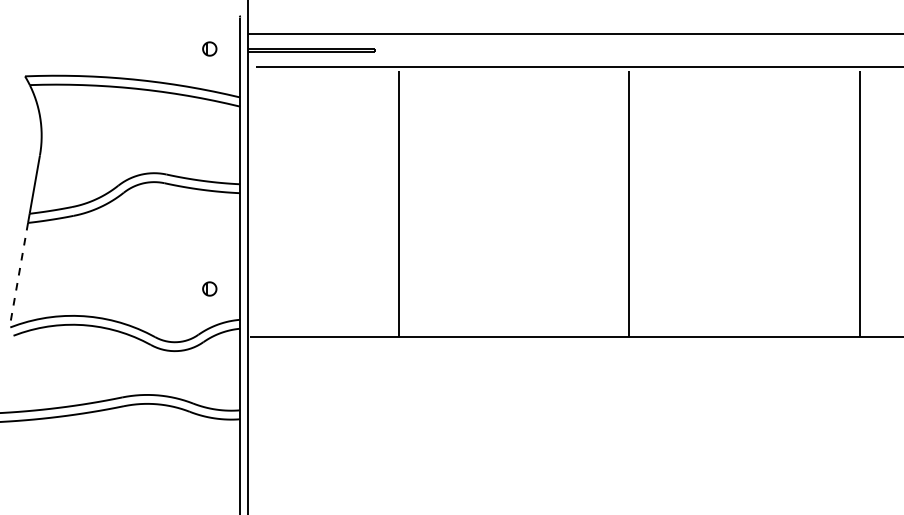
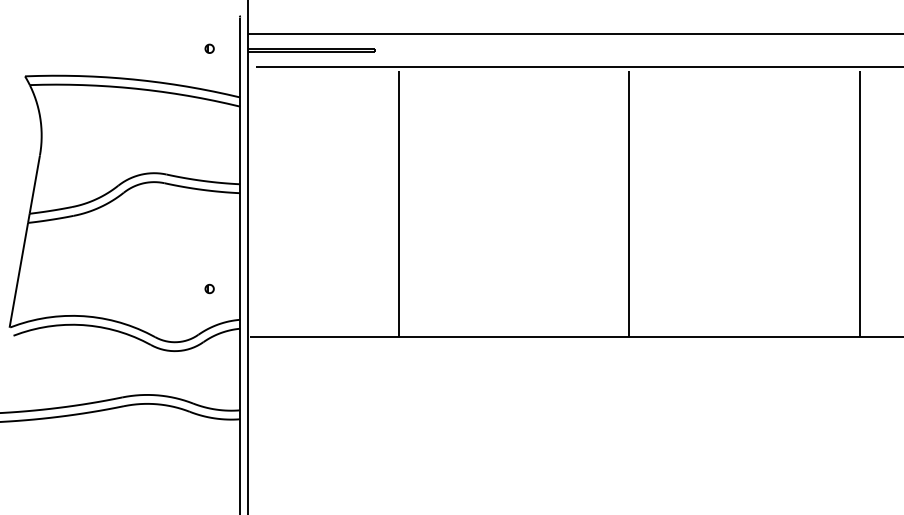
part at (209, 48) size: 16x16 px -> 11x11 px
line at (18, 275): dashed -> solid
part at (209, 288) size: 16x16 px -> 11x12 px
